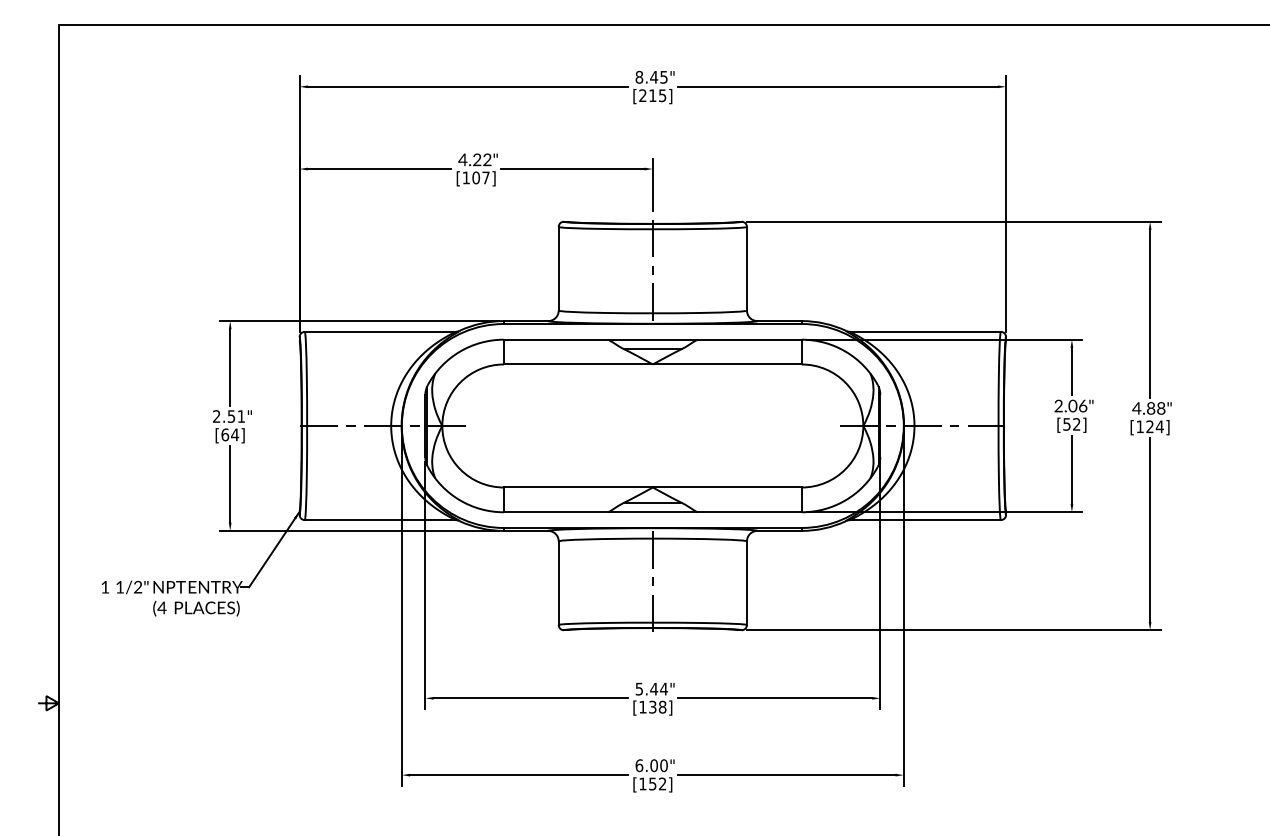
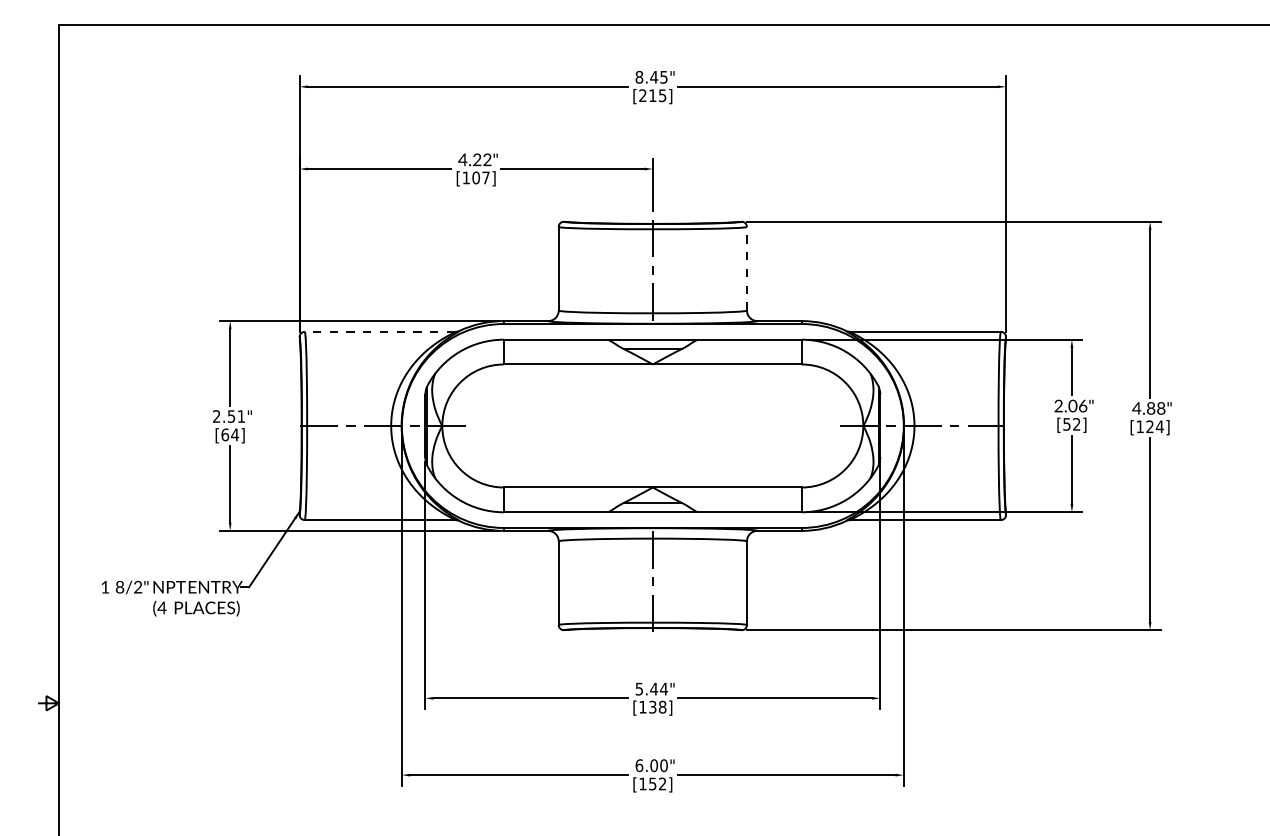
line at (746, 268): solid -> dashed
line at (379, 331): solid -> dashed
text at (119, 586): 1/2" -> 8/2"
